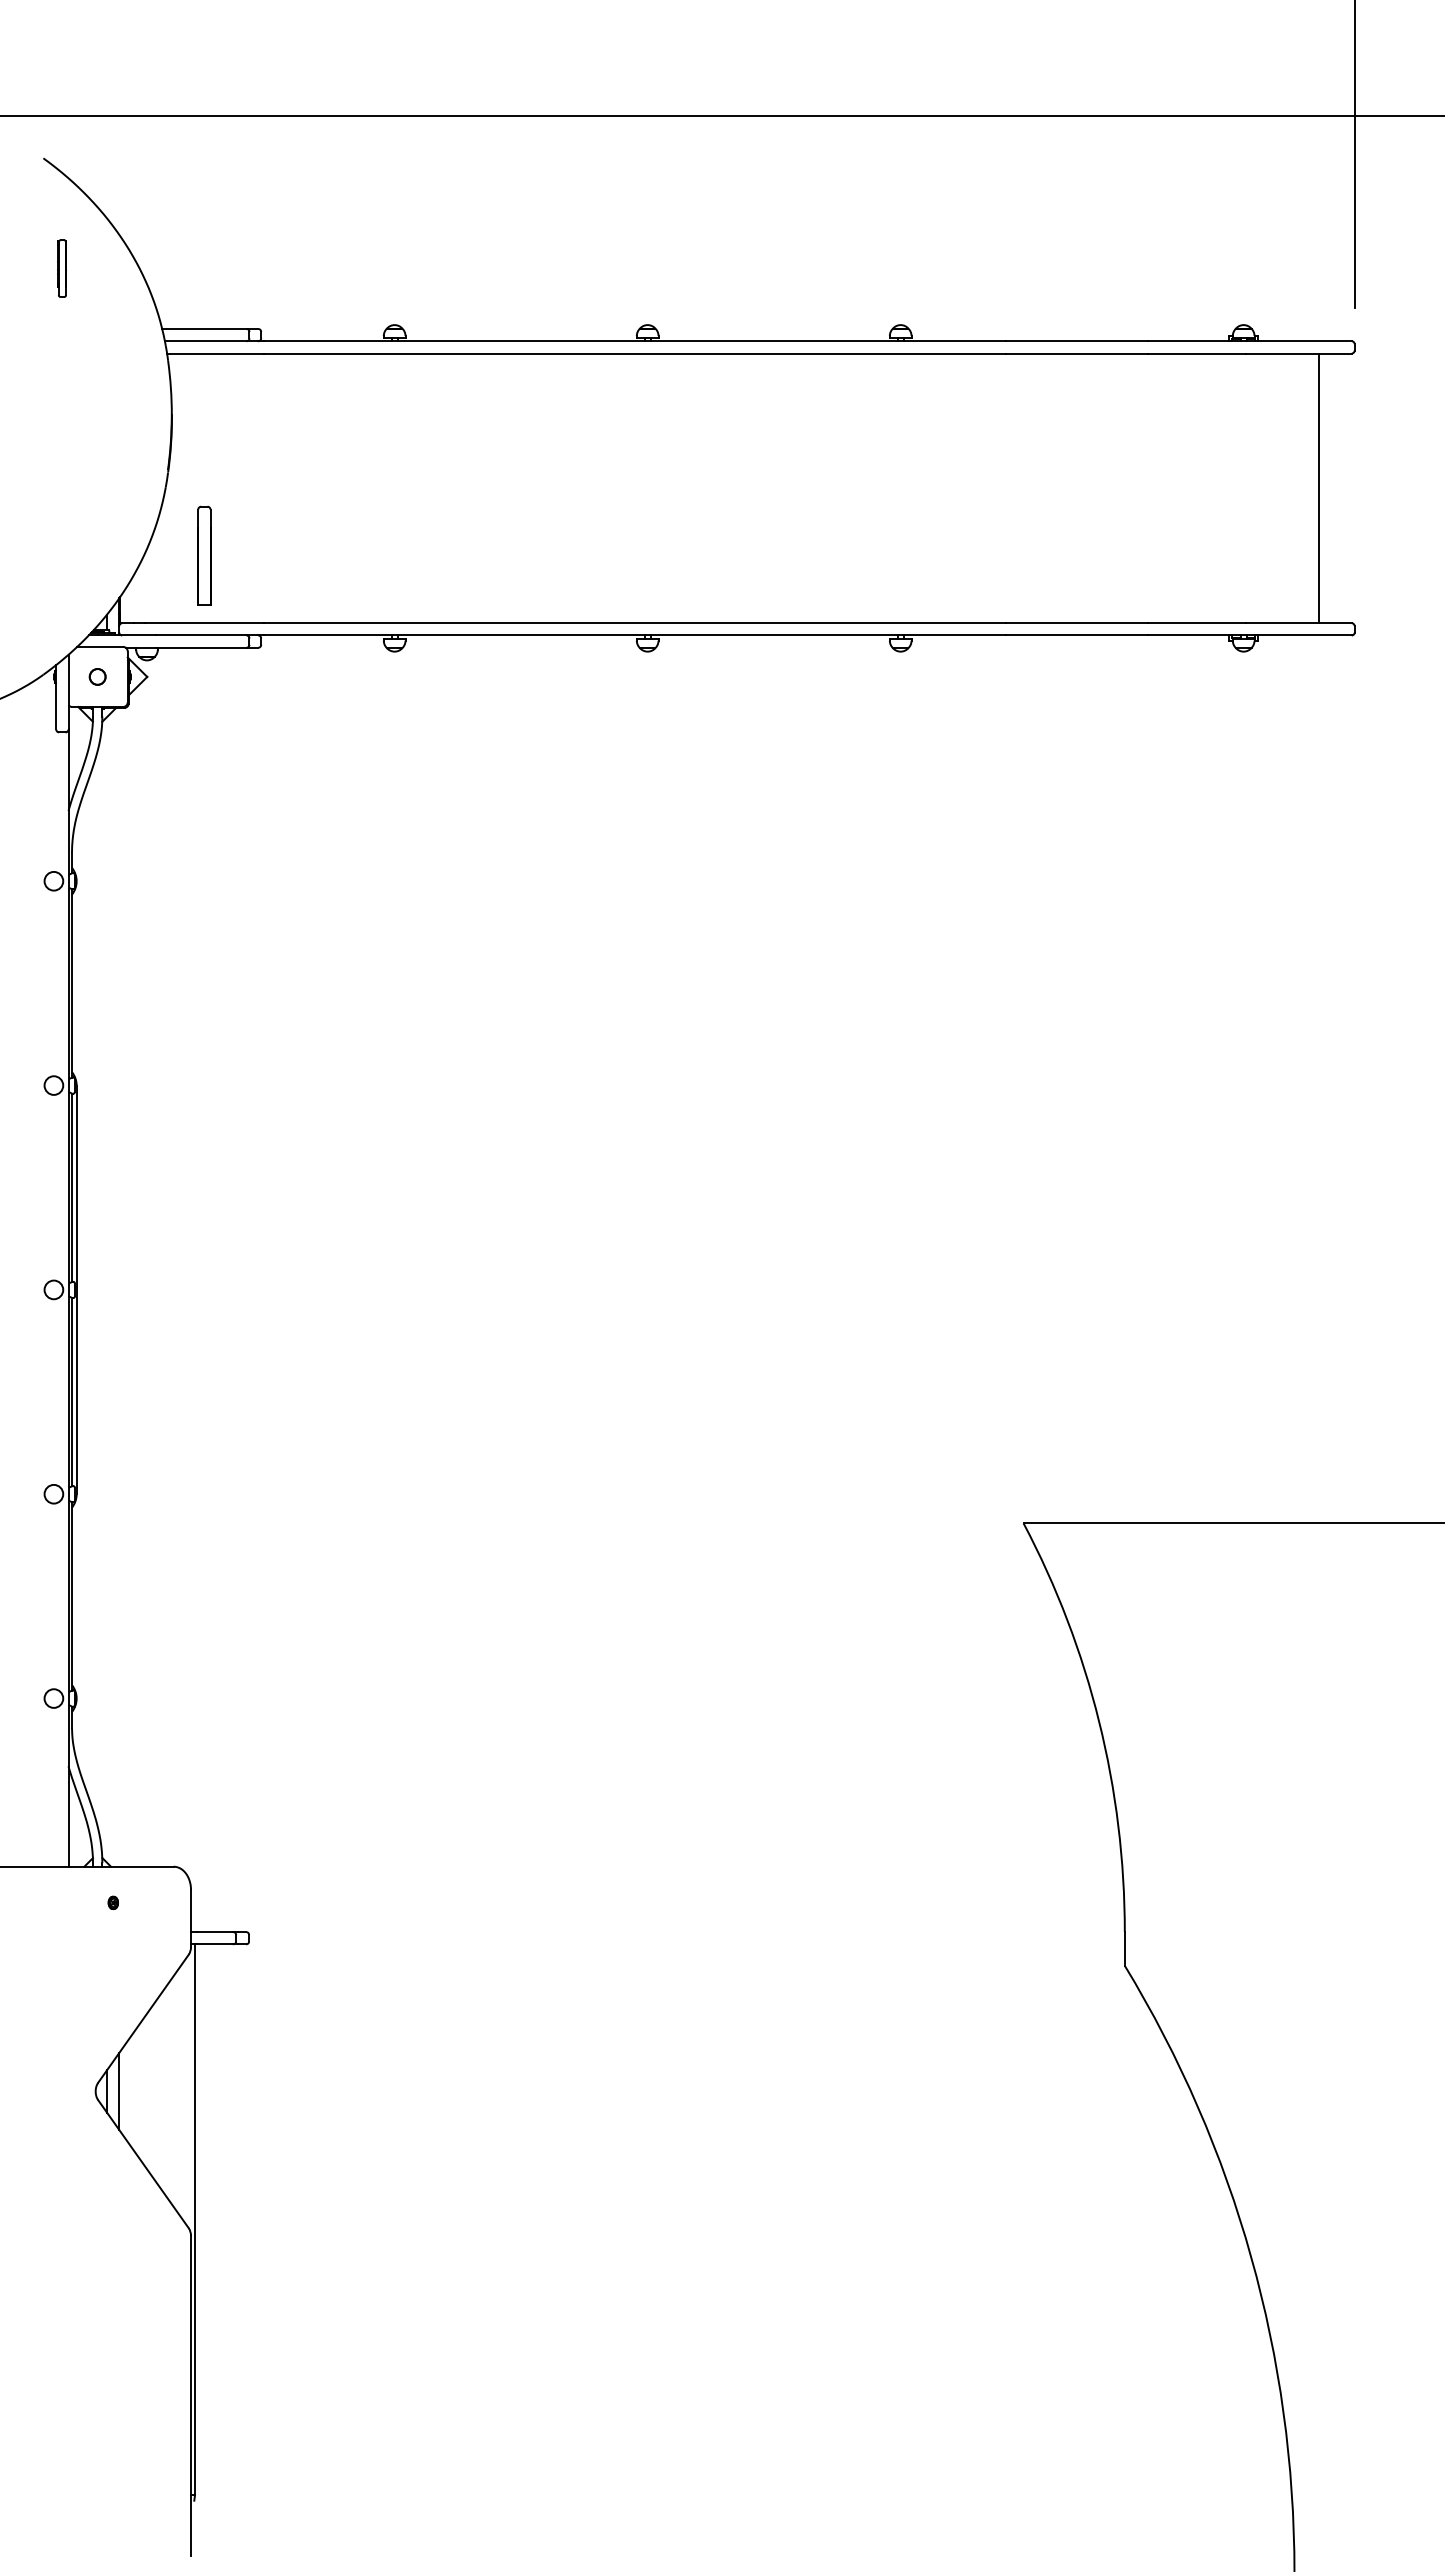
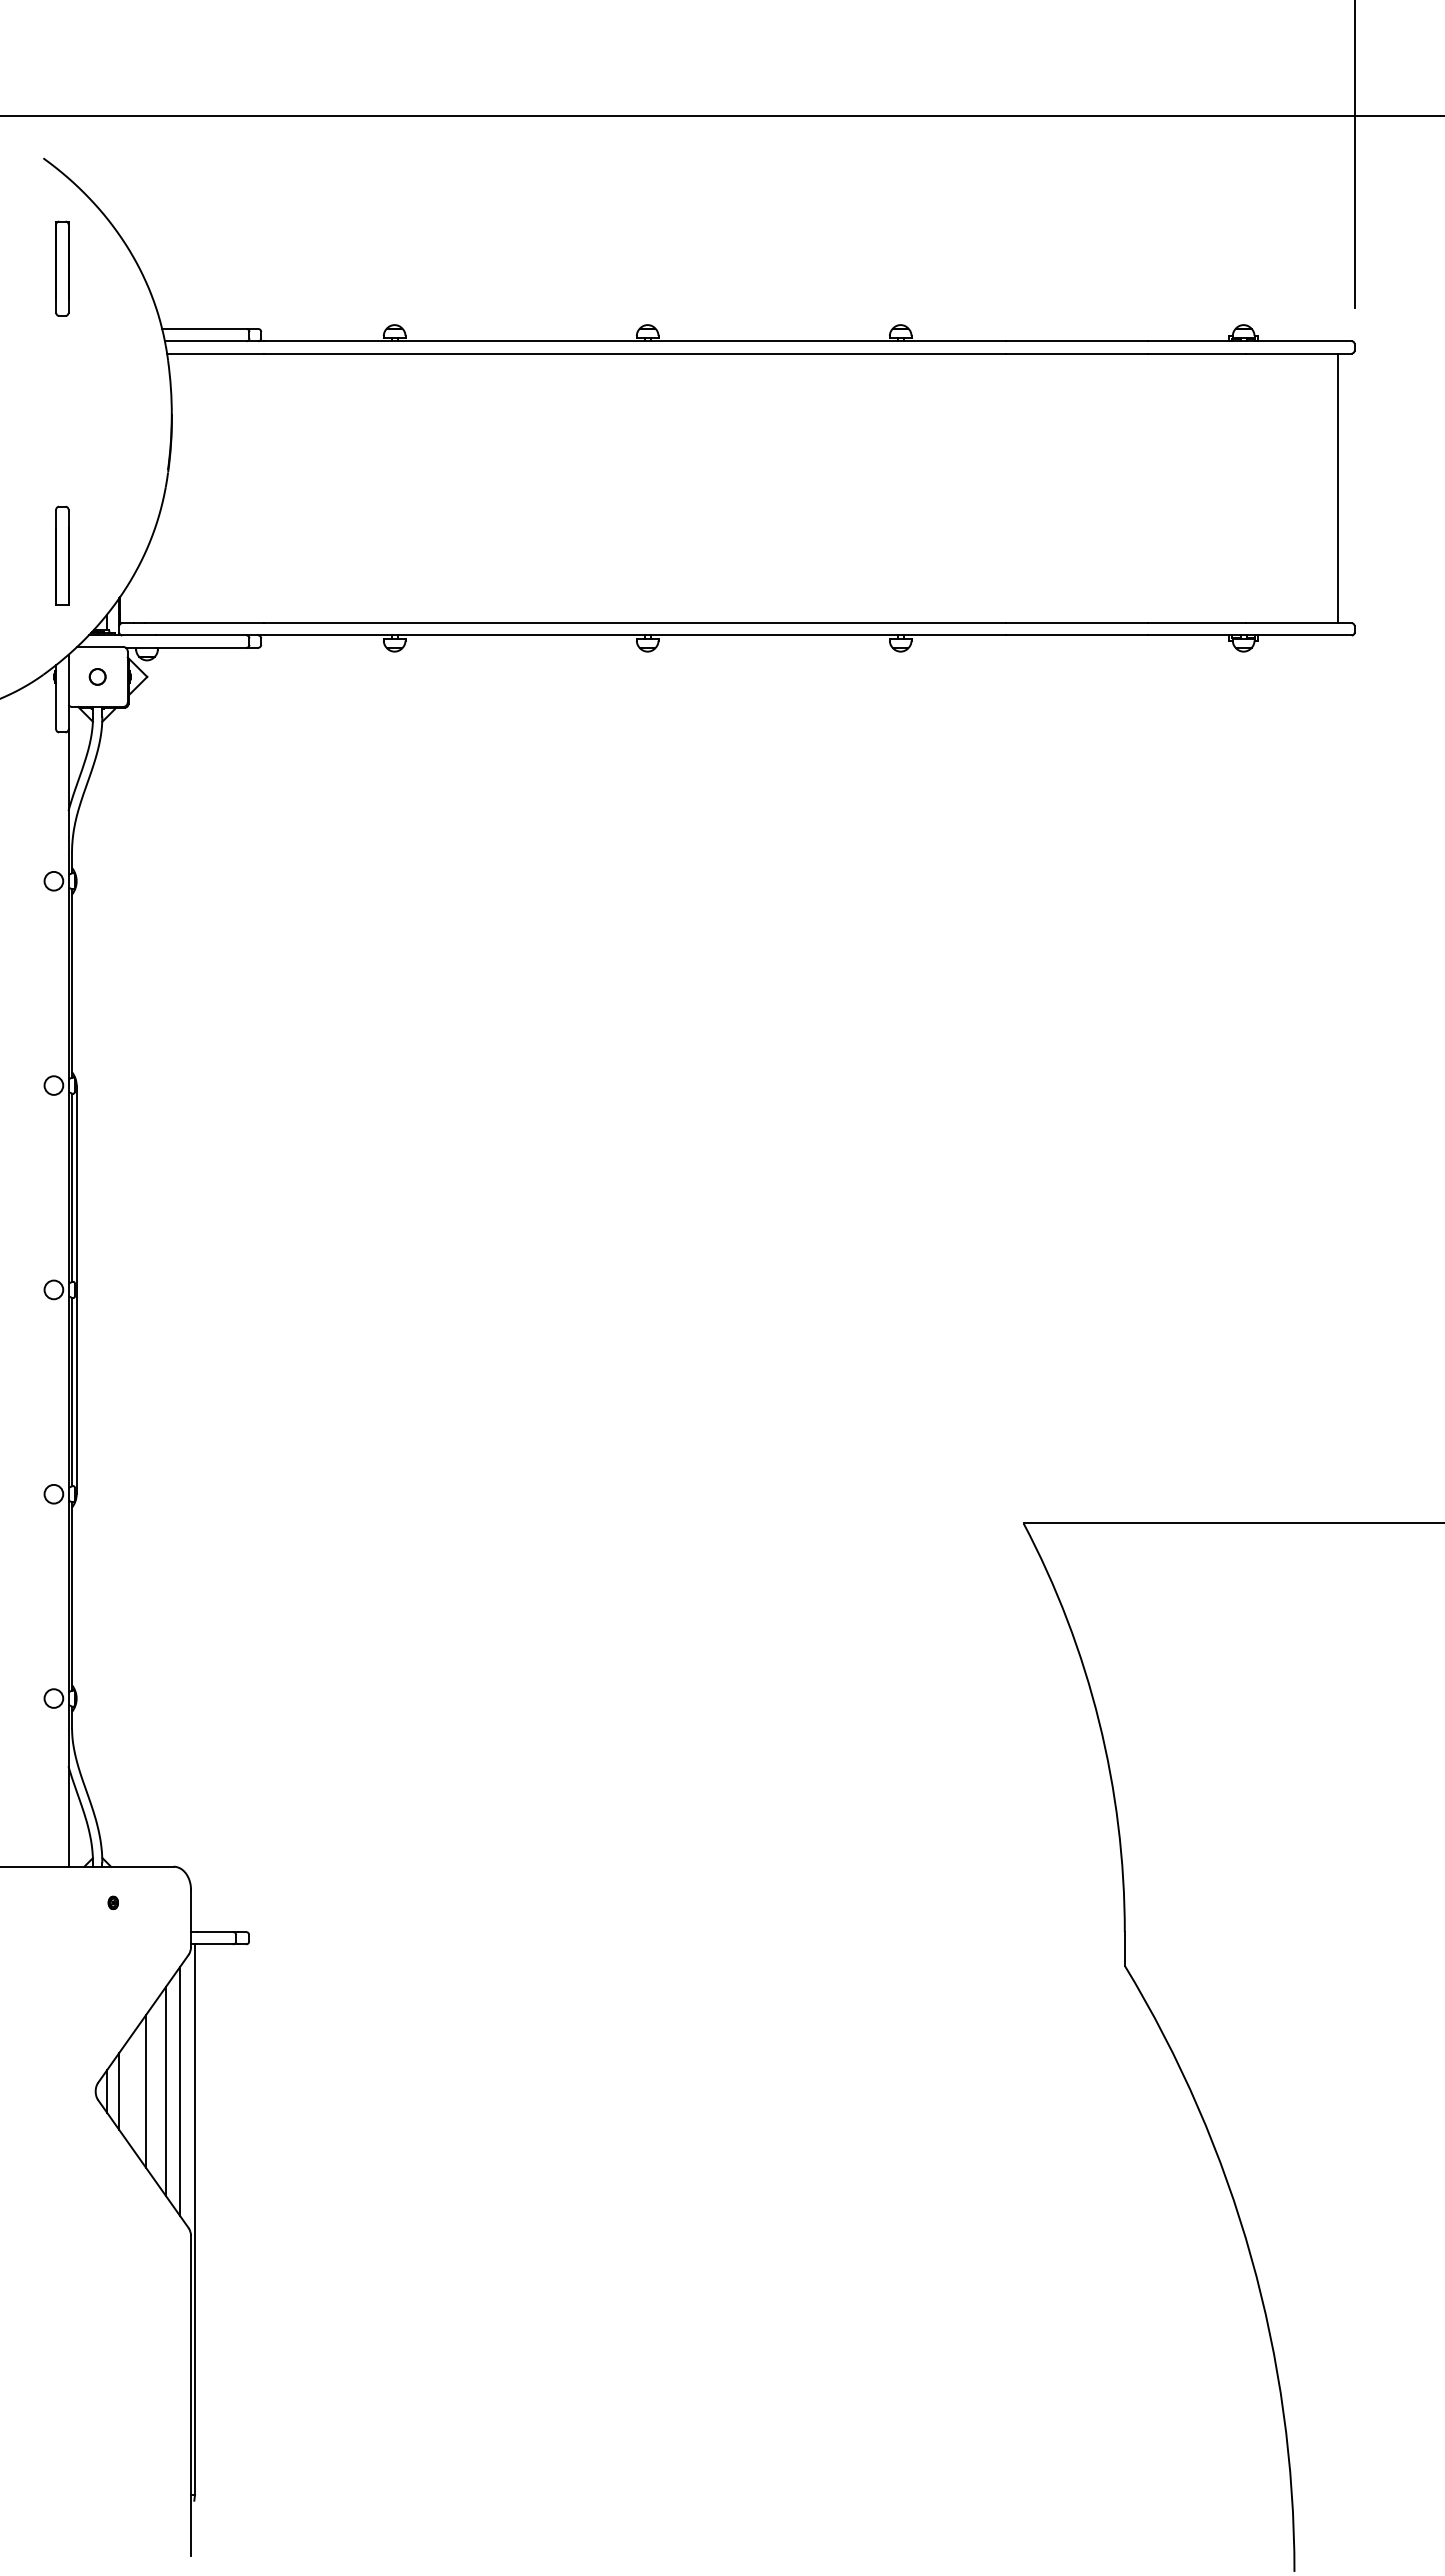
part at (61, 268) size: 10x59 px -> 15x97 px
line at (1319, 488) position: (1319, 488) -> (1338, 488)
part at (204, 555) position: (204, 555) -> (62, 555)
line at (146, 2091): none -> present
line at (165, 2091): none -> present
line at (180, 2091): none -> present
